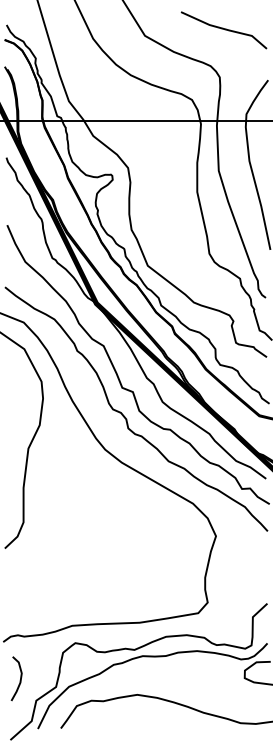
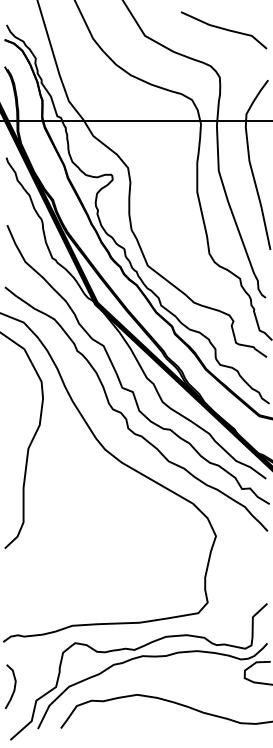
curve at (19, 680) position: (19, 680) -> (13, 688)
